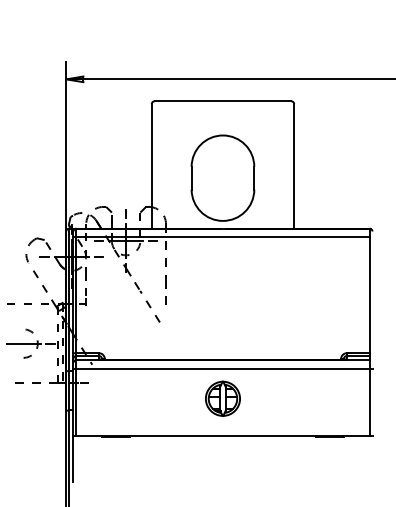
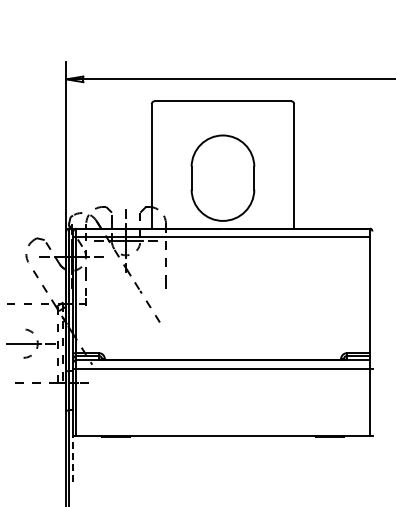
line at (165, 300): present -> none
part at (222, 398): present -> none
line at (73, 458): solid -> dashed
